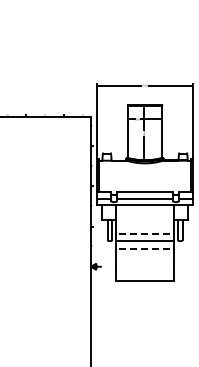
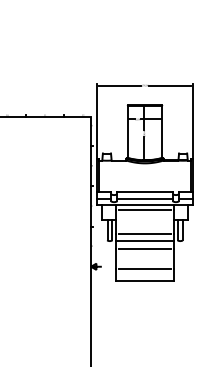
line at (144, 210): none -> present
line at (145, 233): dashed -> solid
line at (145, 249): dashed -> solid
line at (144, 268): none -> present
